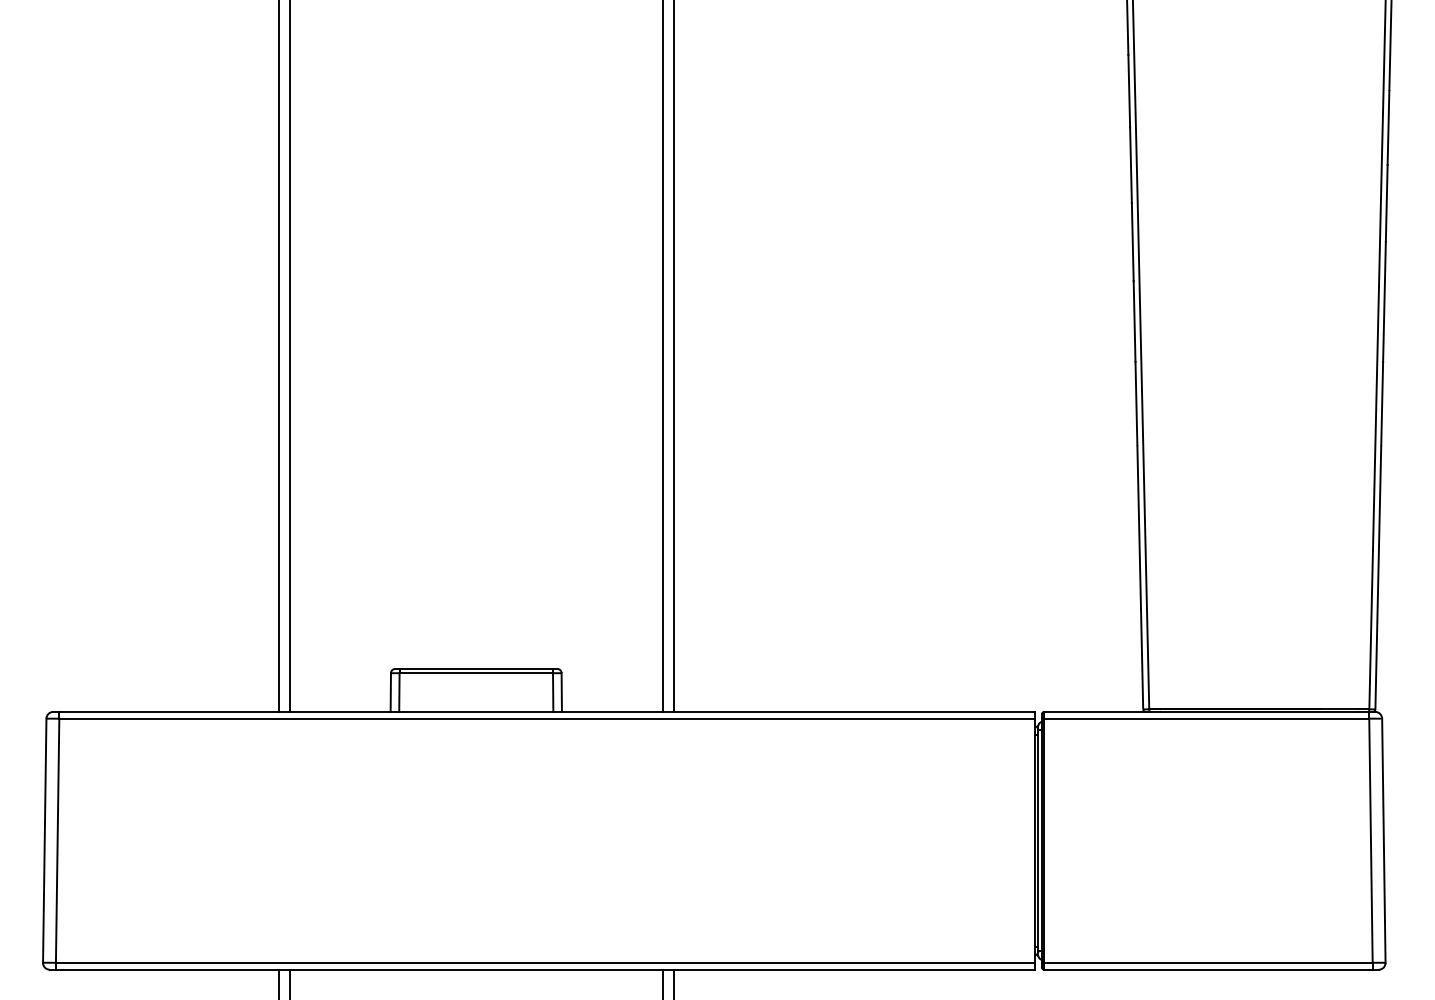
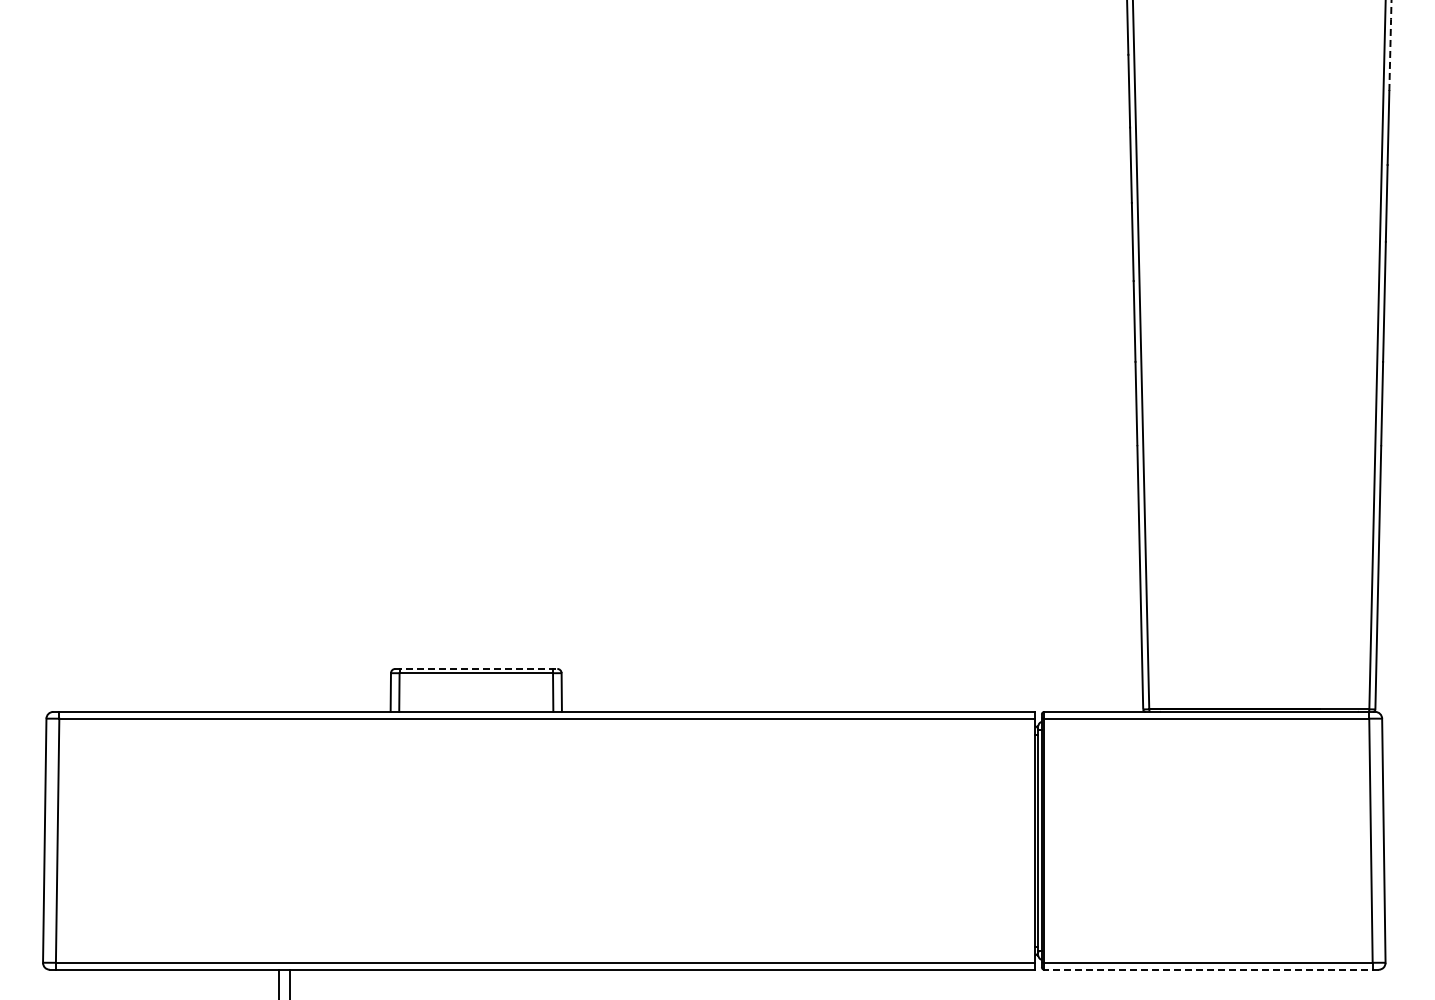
line at (1390, 45): solid -> dashed
line at (278, 356): present -> none
line at (289, 356): present -> none
line at (662, 356): present -> none
line at (673, 356): present -> none
line at (476, 668): solid -> dashed
line at (1211, 969): solid -> dashed
line at (662, 982): present -> none
line at (673, 982): present -> none
